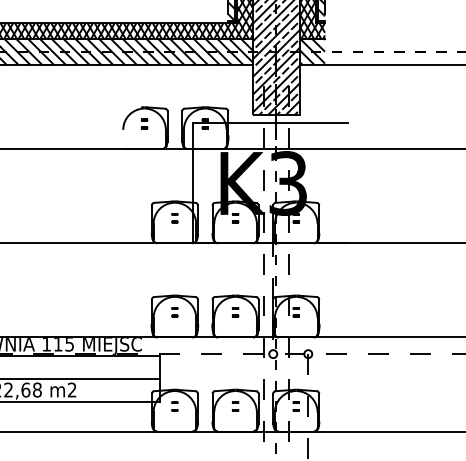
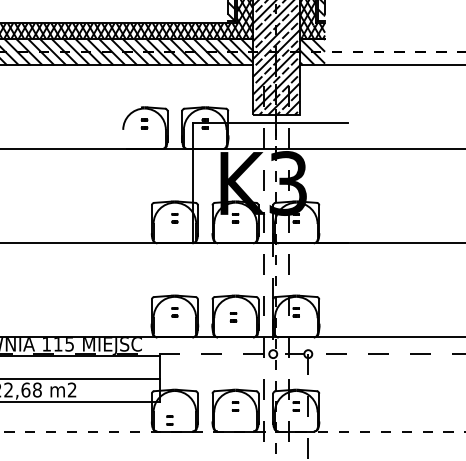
part at (235, 312) position: (235, 312) -> (233, 317)
part at (174, 406) position: (174, 406) -> (169, 420)
line at (232, 431): solid -> dashed
